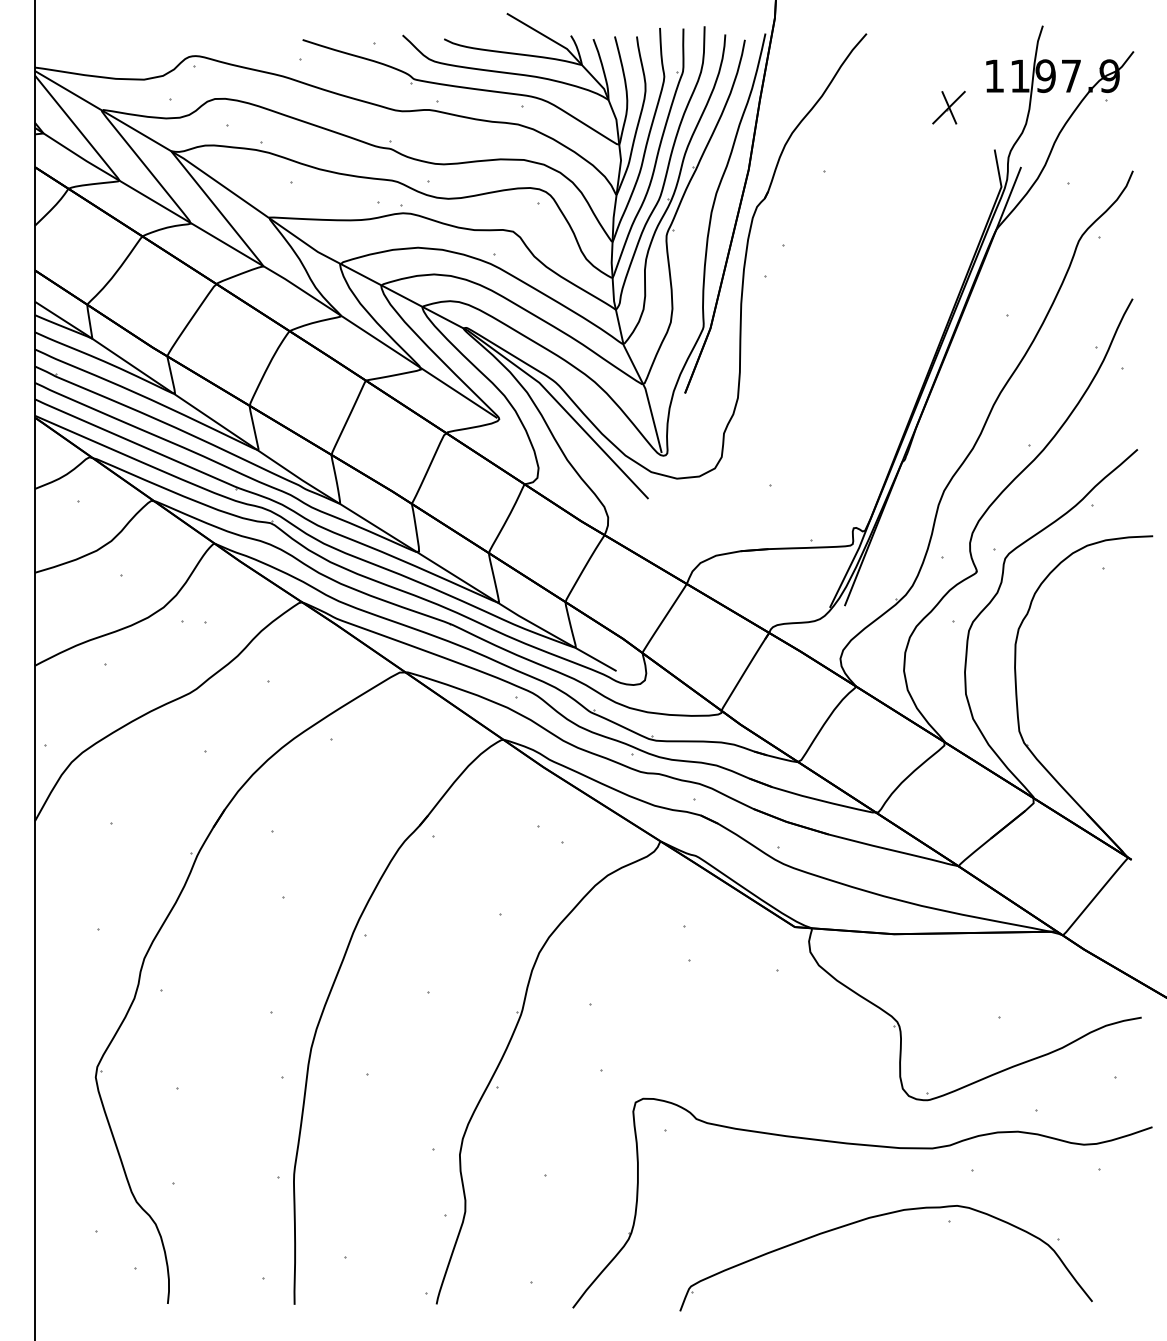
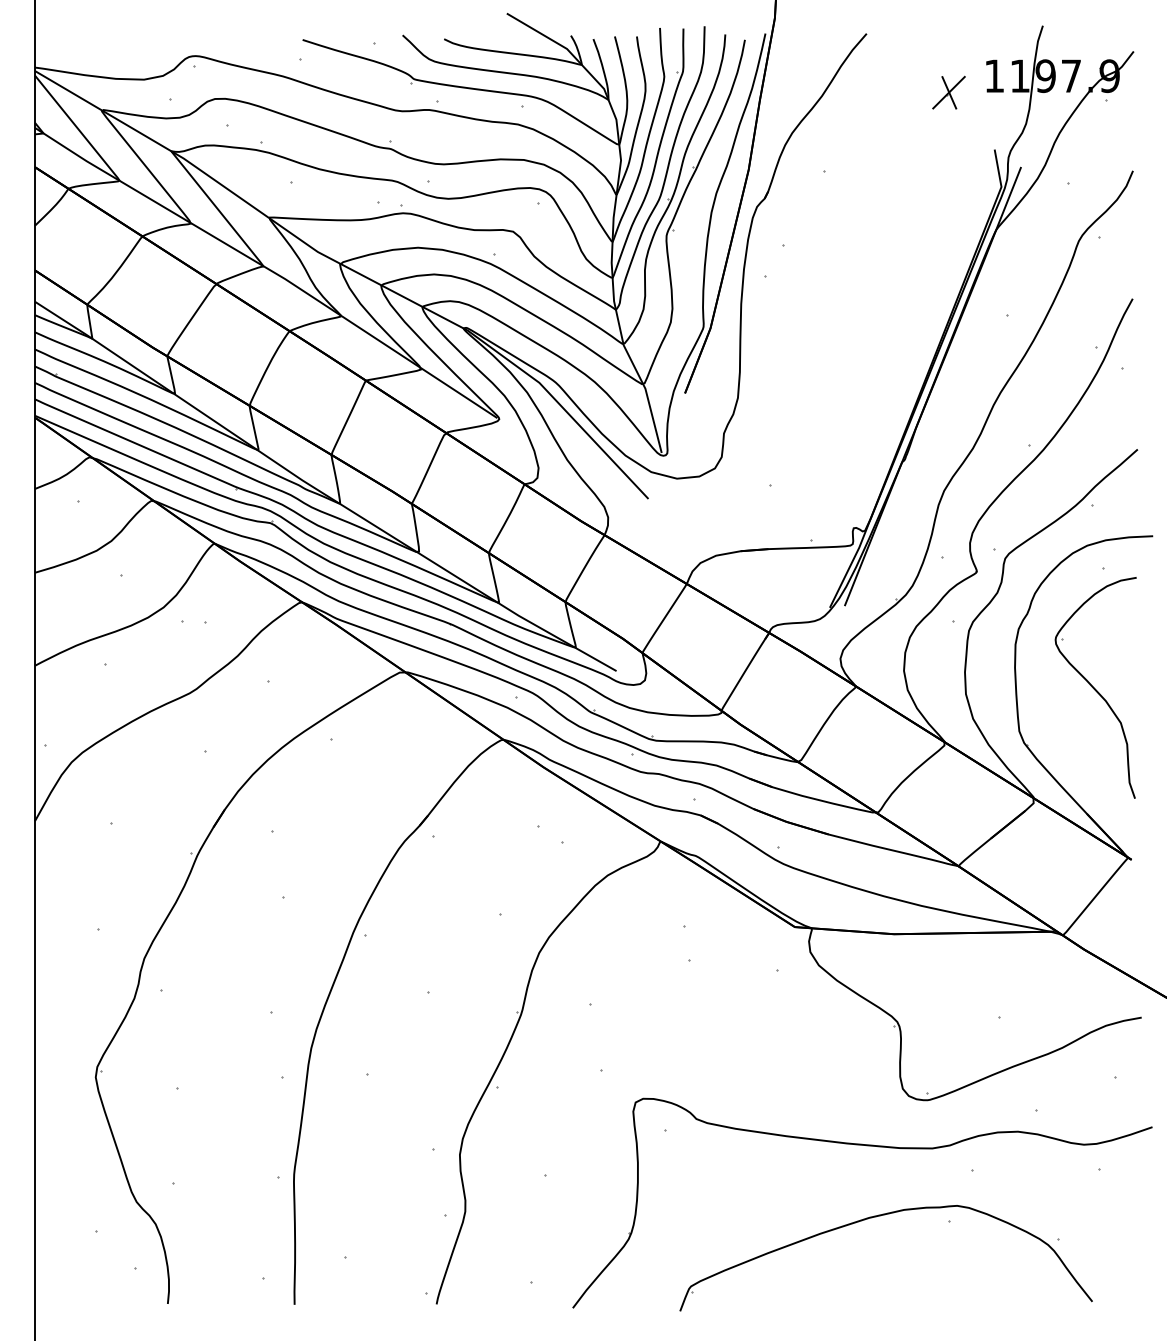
part at (948, 107) position: (948, 107) -> (948, 92)
part at (1095, 687): none -> present
